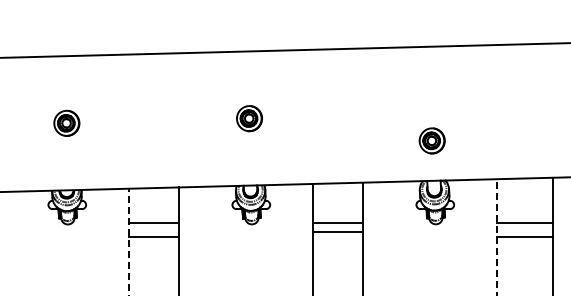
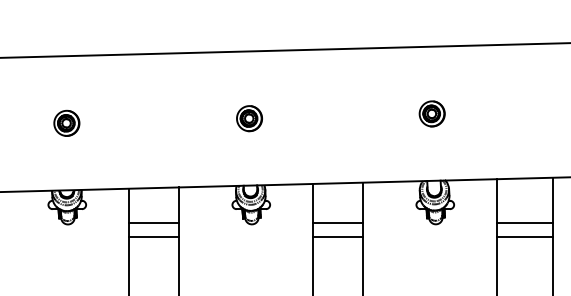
part at (431, 140) position: (431, 140) -> (431, 113)
line at (337, 231) position: (337, 231) -> (337, 236)
line at (496, 237): dashed -> solid
line at (128, 241): dashed -> solid
